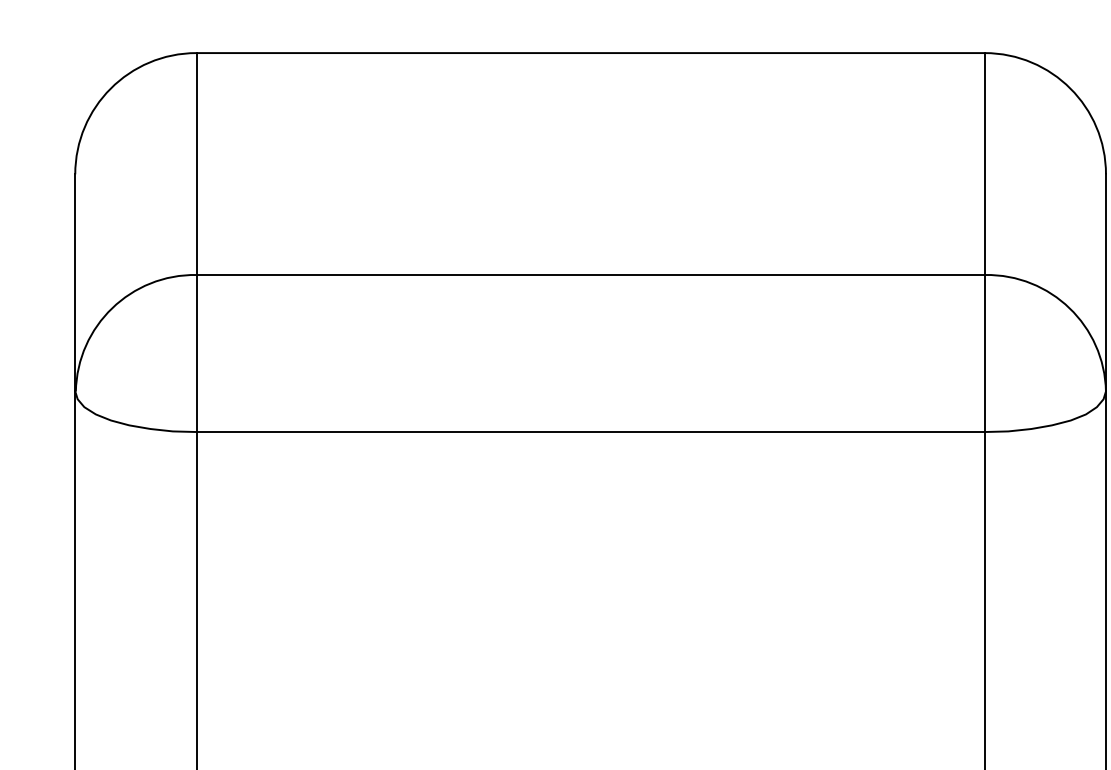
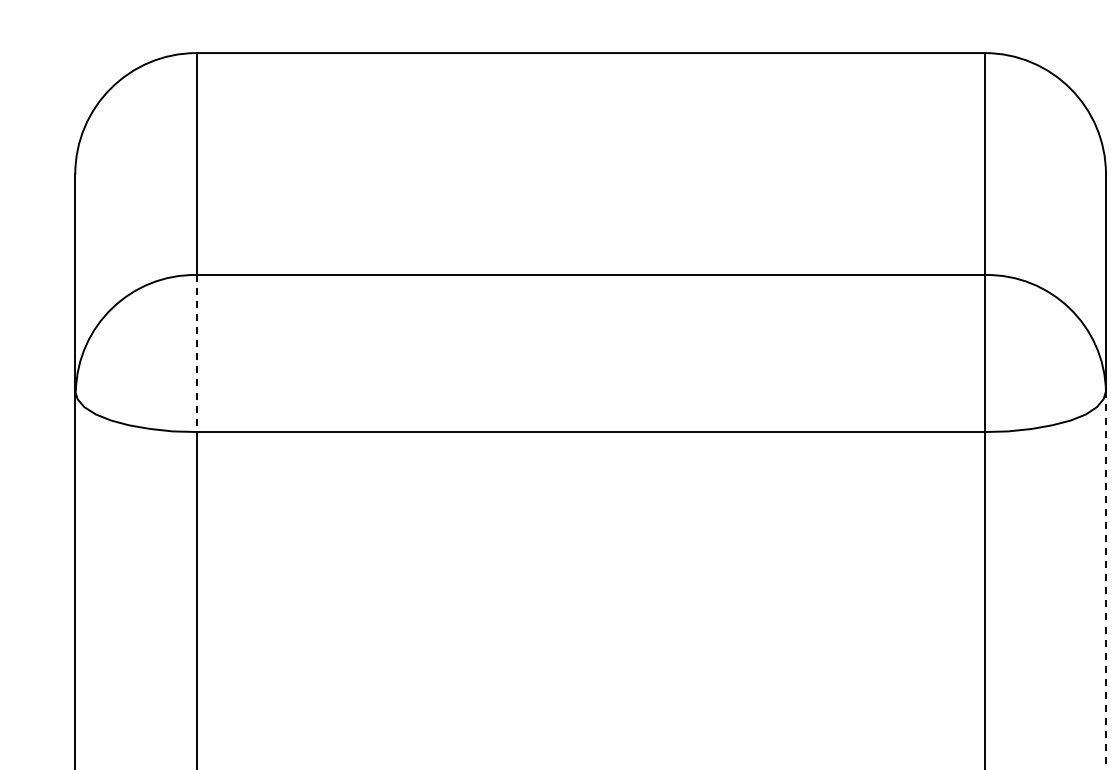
line at (196, 353): solid -> dashed
line at (1105, 580): solid -> dashed
